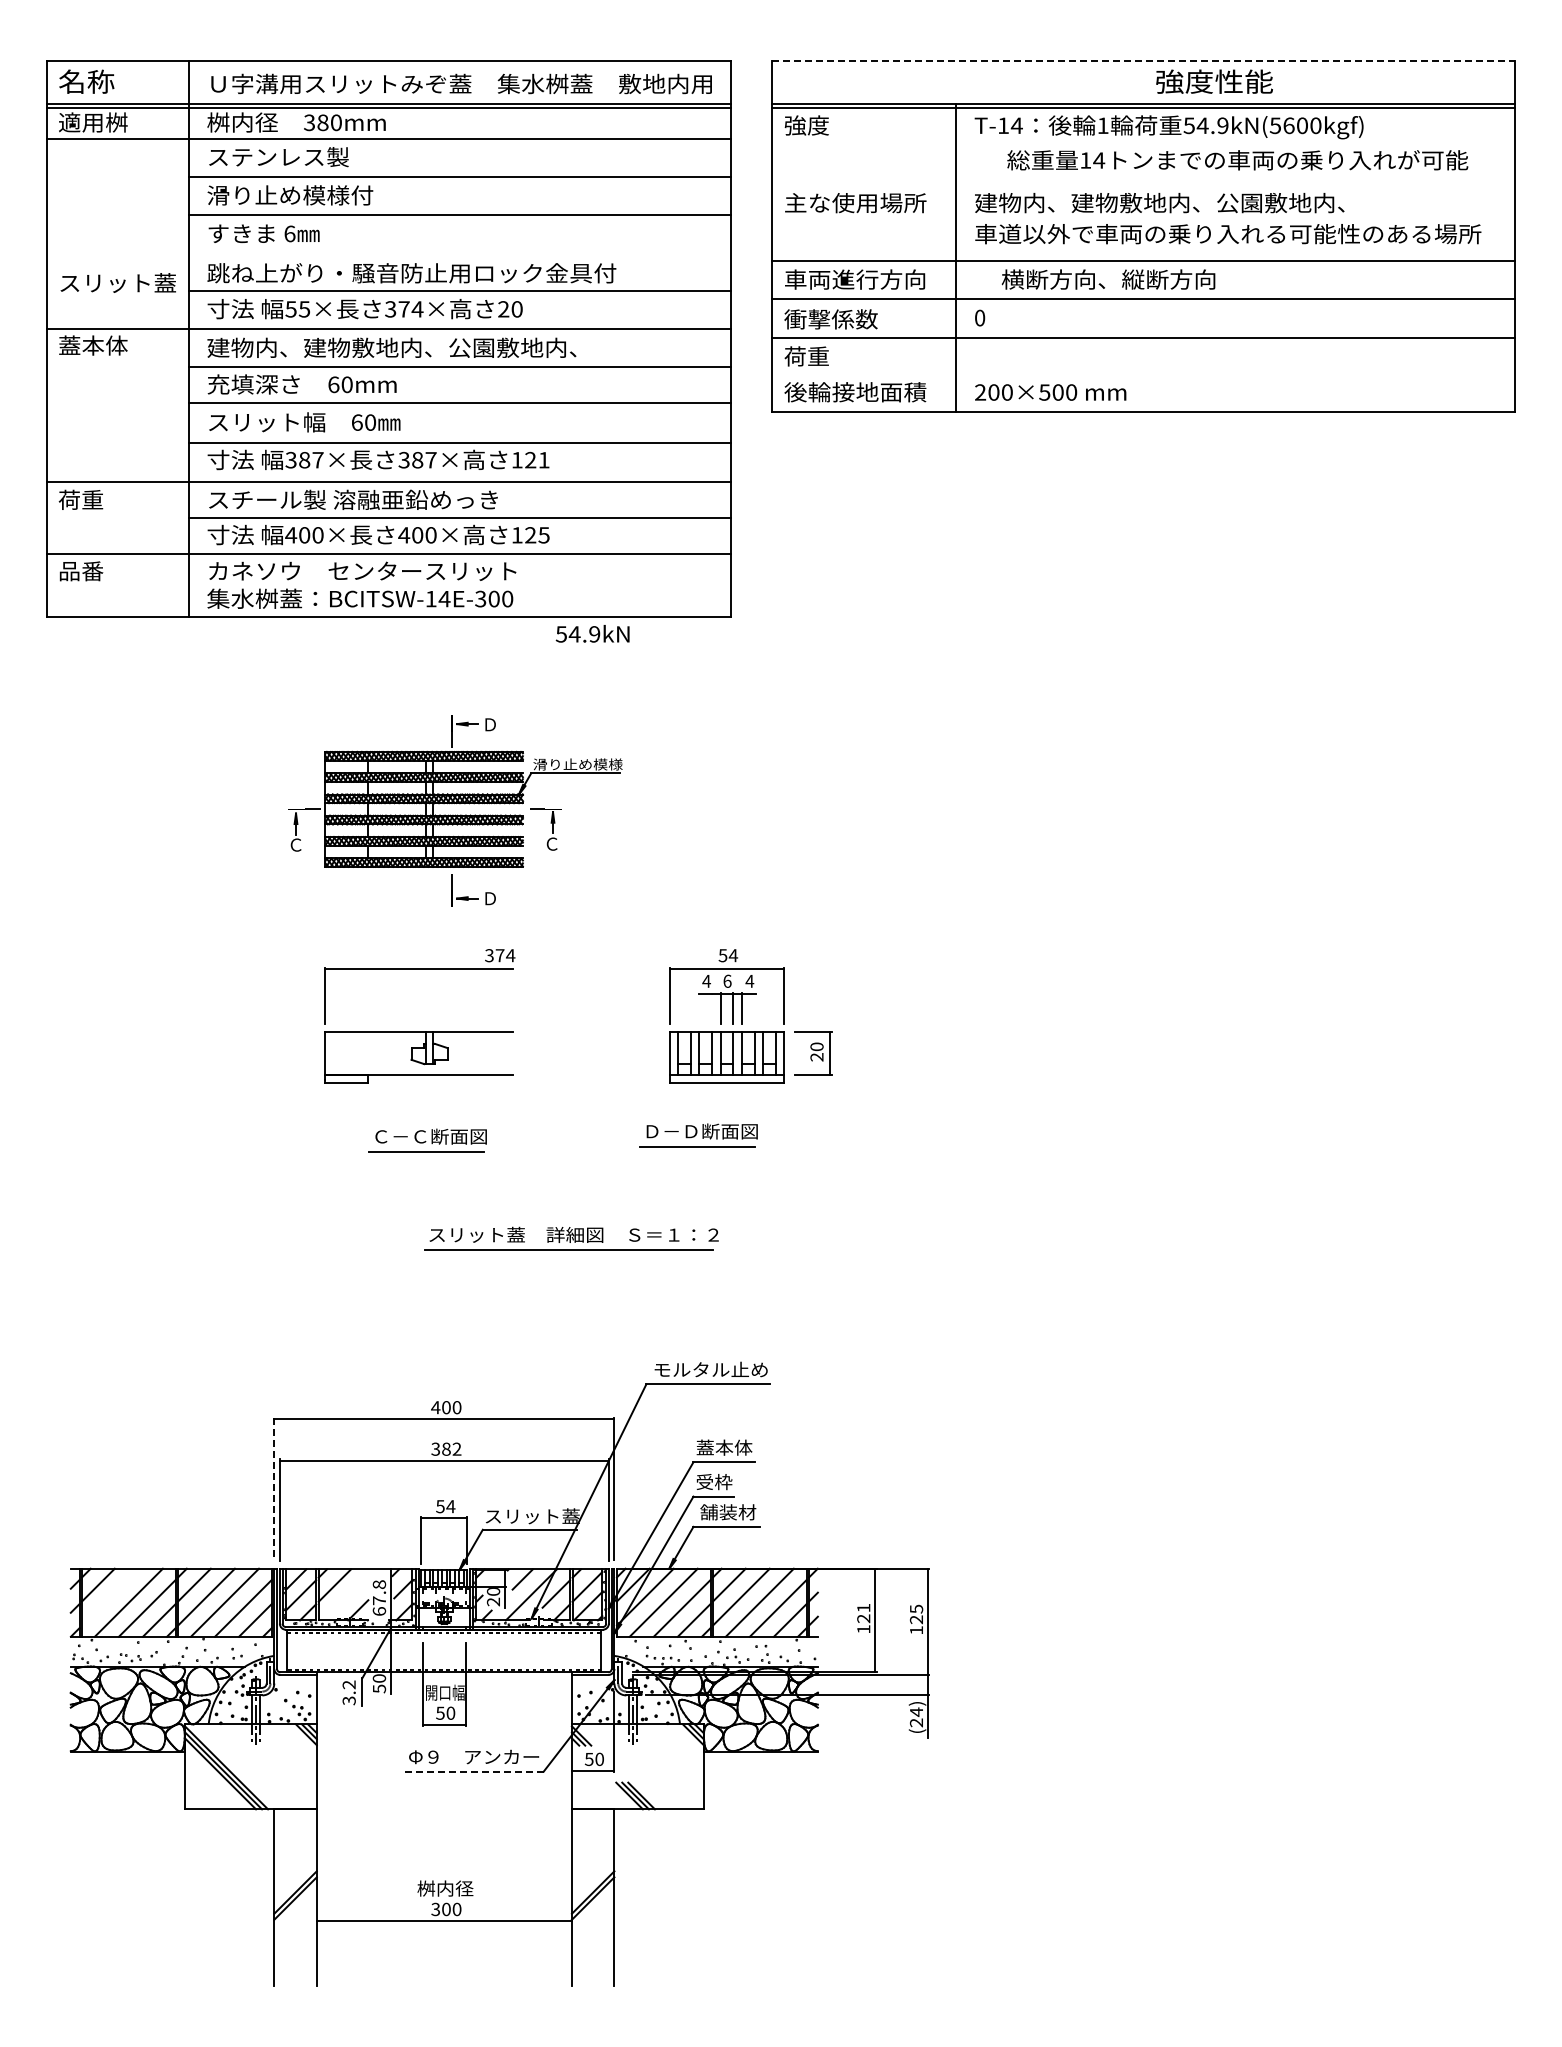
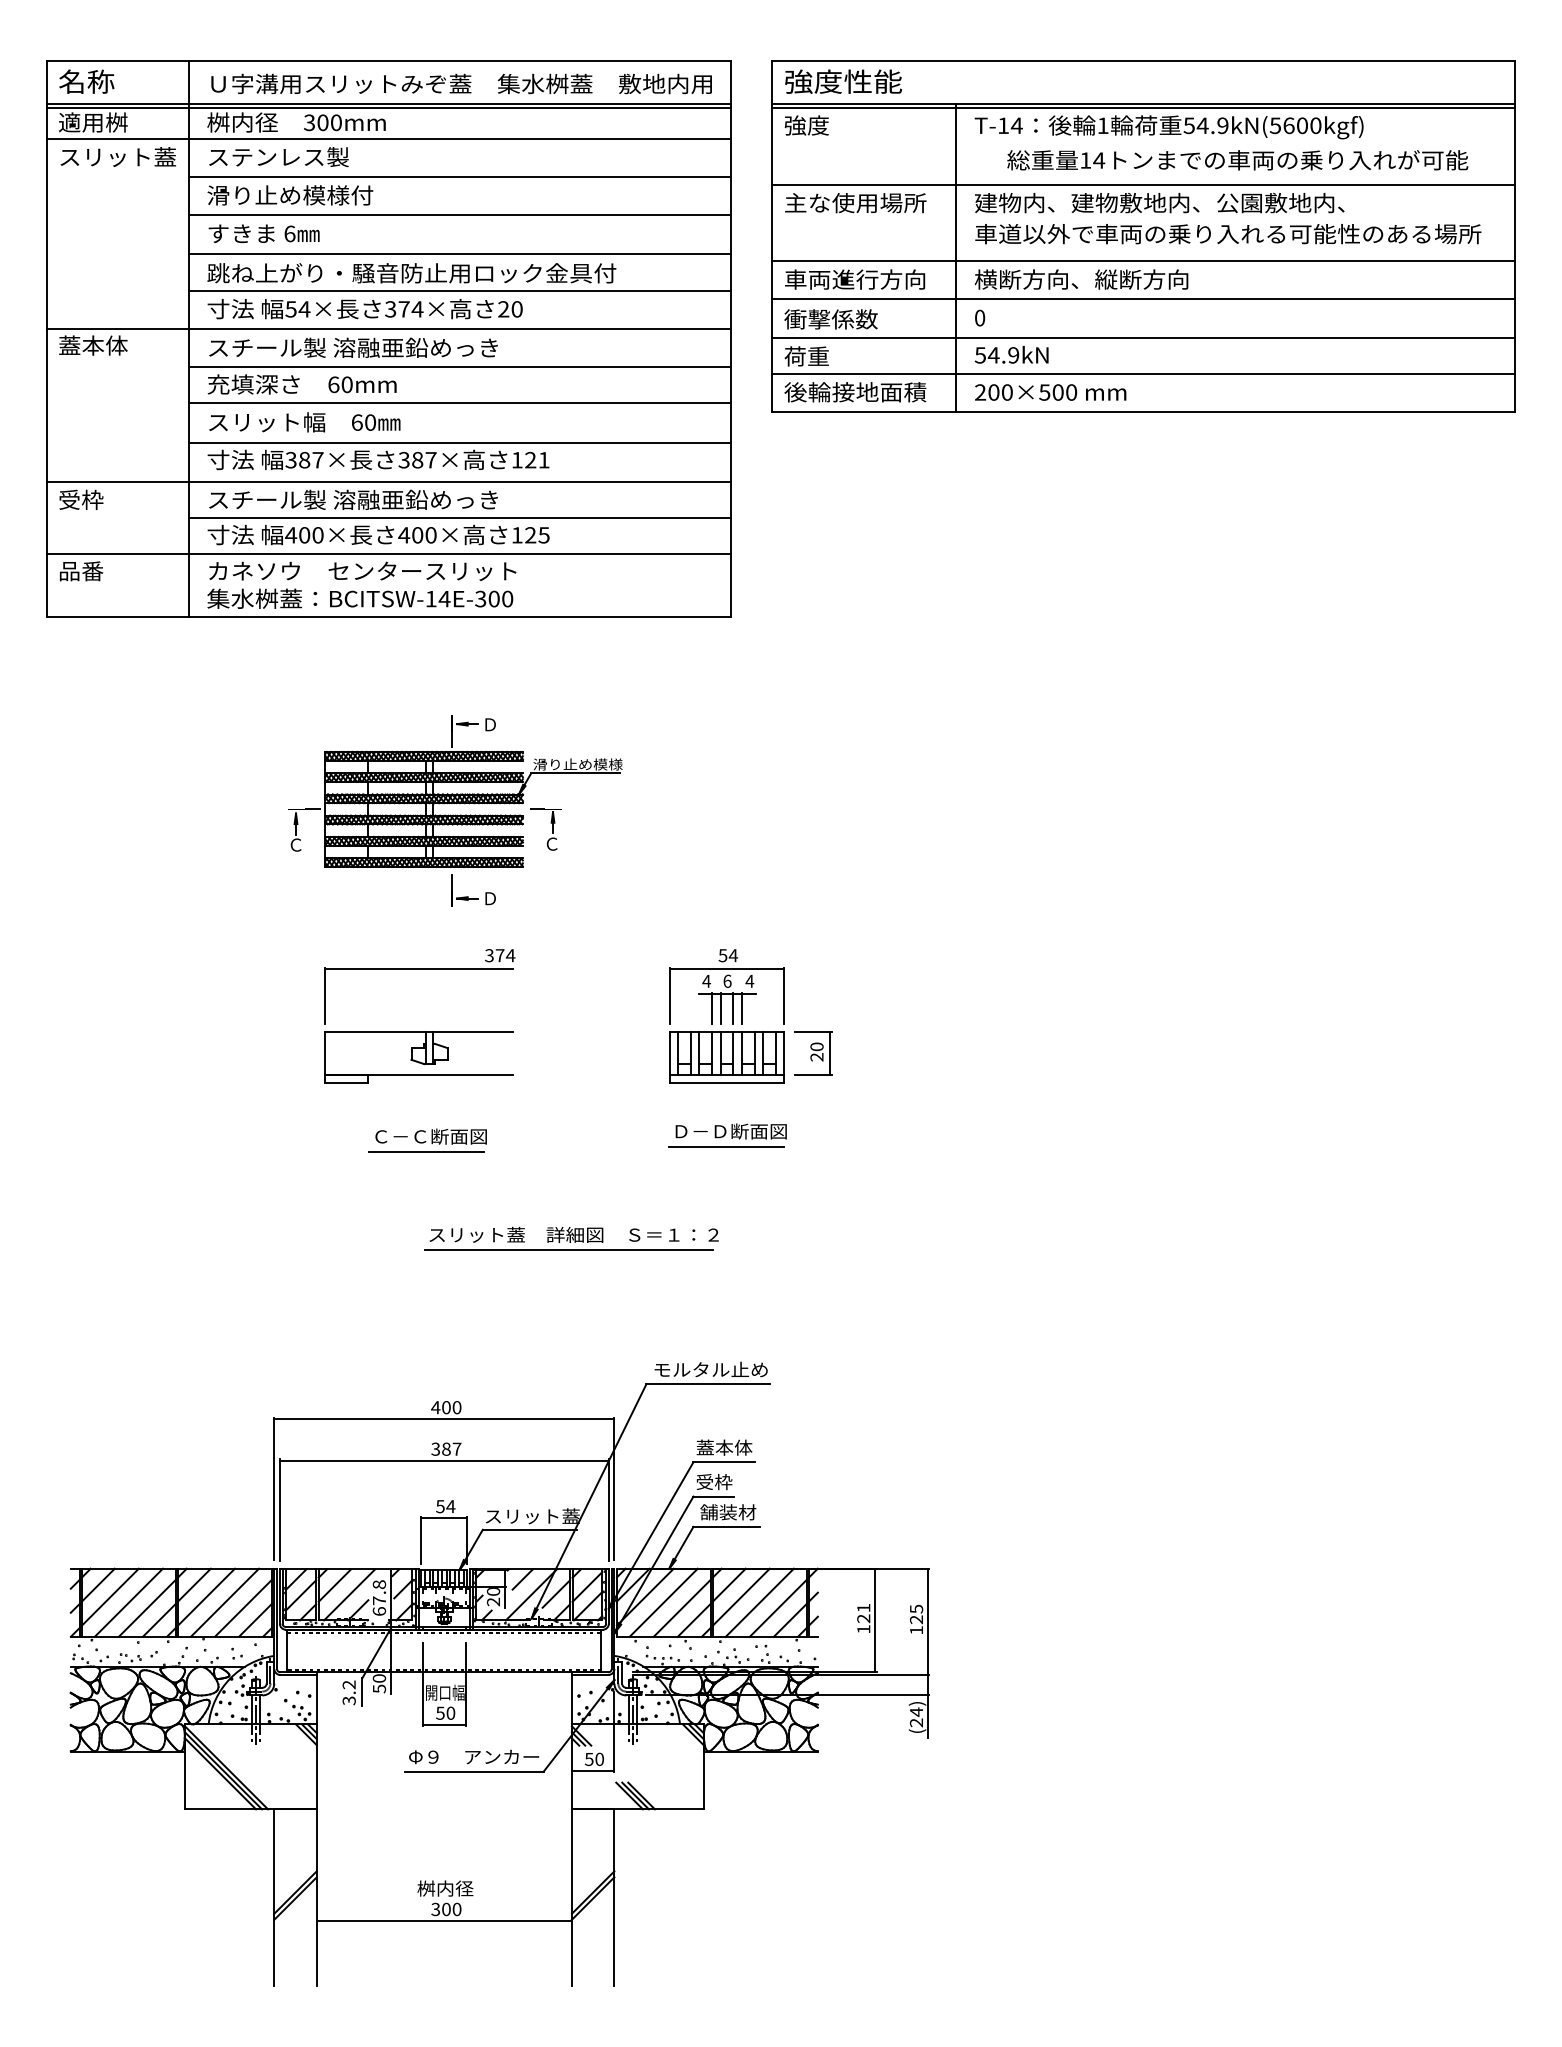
line at (1144, 61): dashed -> solid
text at (1214, 81) position: (1214, 81) -> (843, 81)
text at (322, 122): 380mm -> 300mm
line at (1143, 184): none -> present
line at (459, 253): none -> present
text at (1108, 279) position: (1108, 279) -> (1081, 279)
text at (117, 282) position: (117, 282) -> (117, 156)
text at (304, 309): 55× -> 54×
text at (391, 347): 建物内、建物敷地内、公園敷地内、 -> スチール製 溶融亜鉛めっき
line at (1143, 373): none -> present
text at (80, 499): 荷重 -> 受枠
text at (592, 633) position: (592, 633) -> (1011, 354)
line at (712, 1008): none -> present
part at (698, 1135) position: (698, 1135) -> (727, 1135)
text at (456, 1448): 382 -> 387
line at (274, 1489): dashed -> solid
line at (349, 1594): none -> present
line at (110, 1596): none -> present
line at (475, 1771): dashed -> solid
